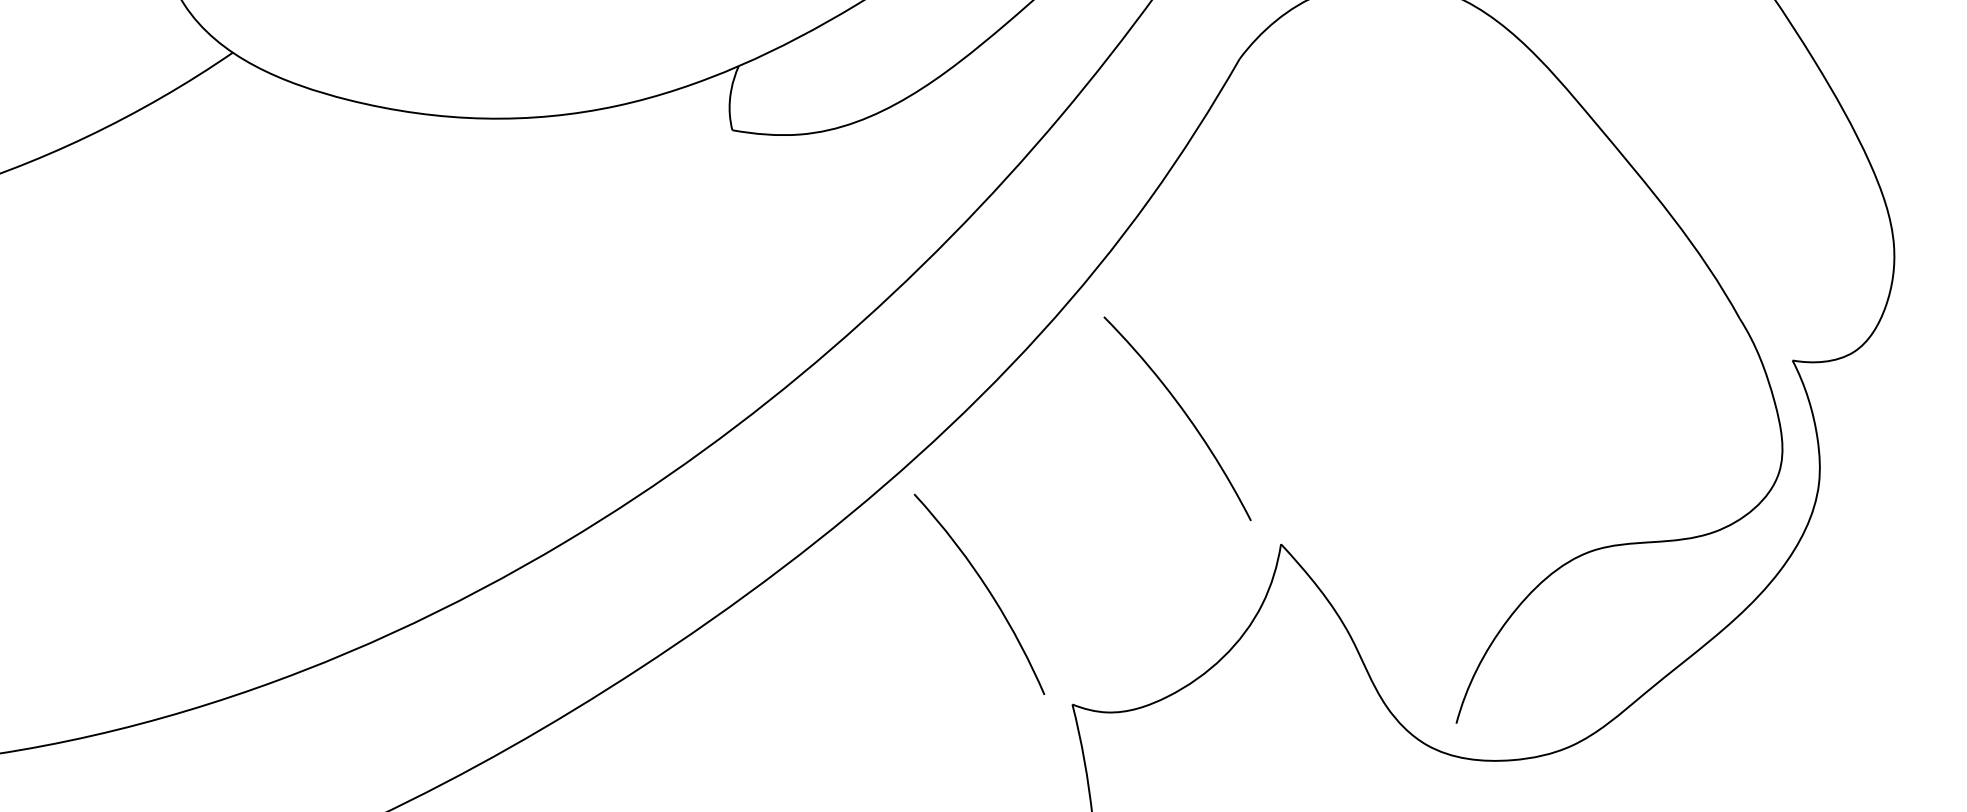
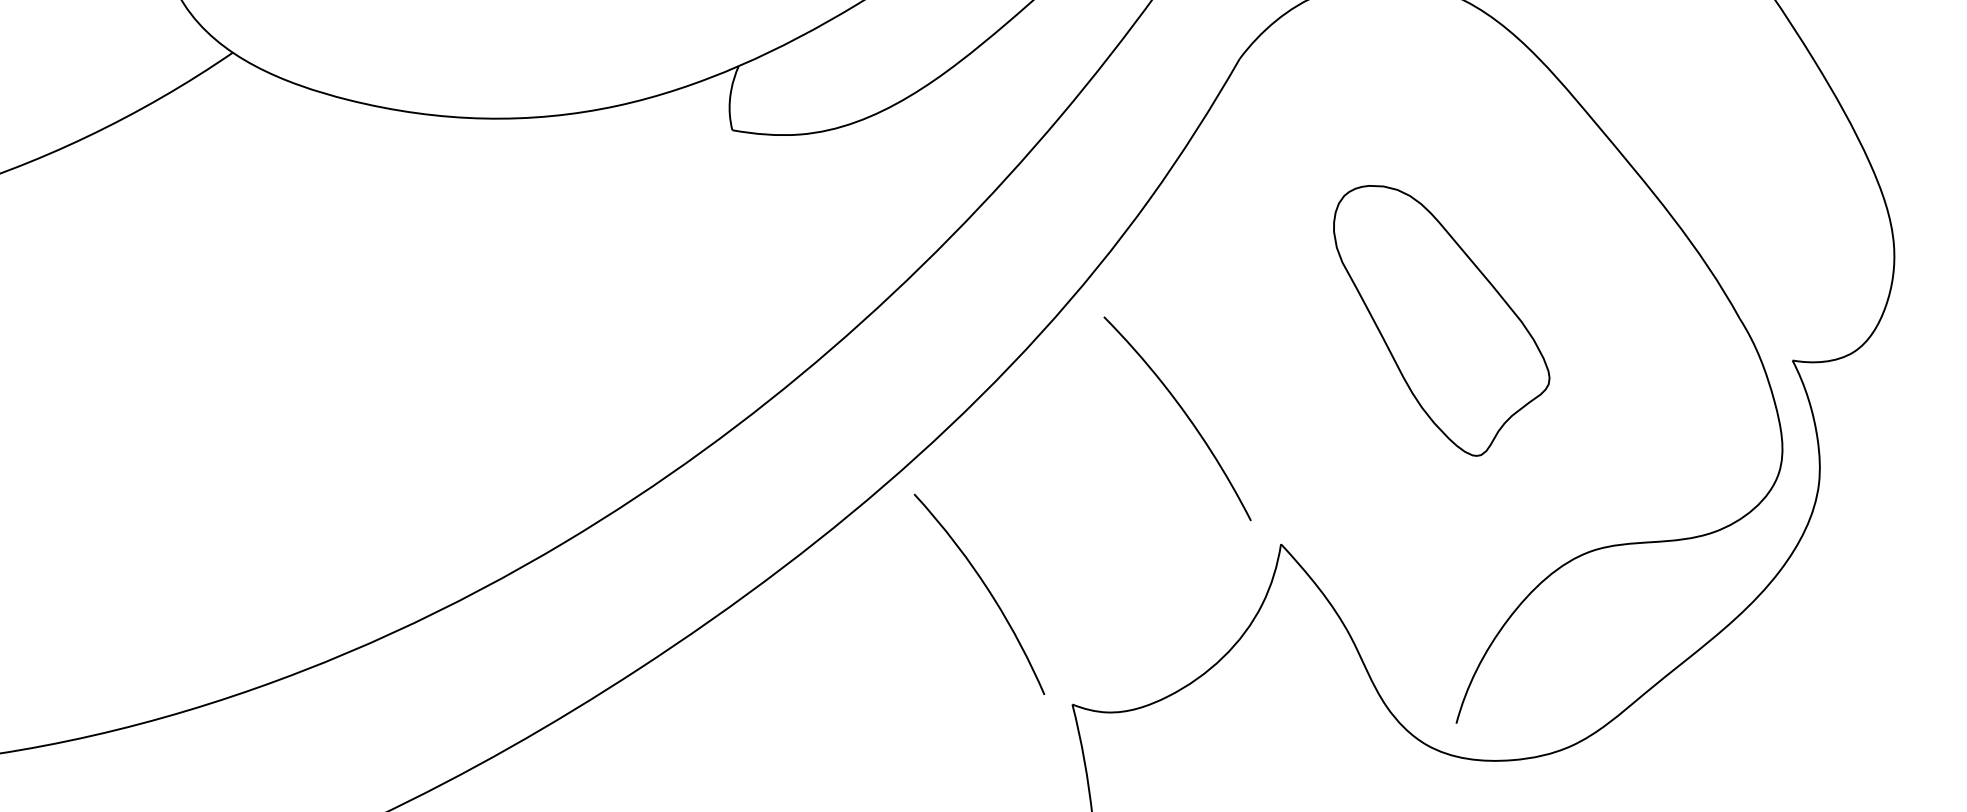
part at (1441, 320): none -> present
